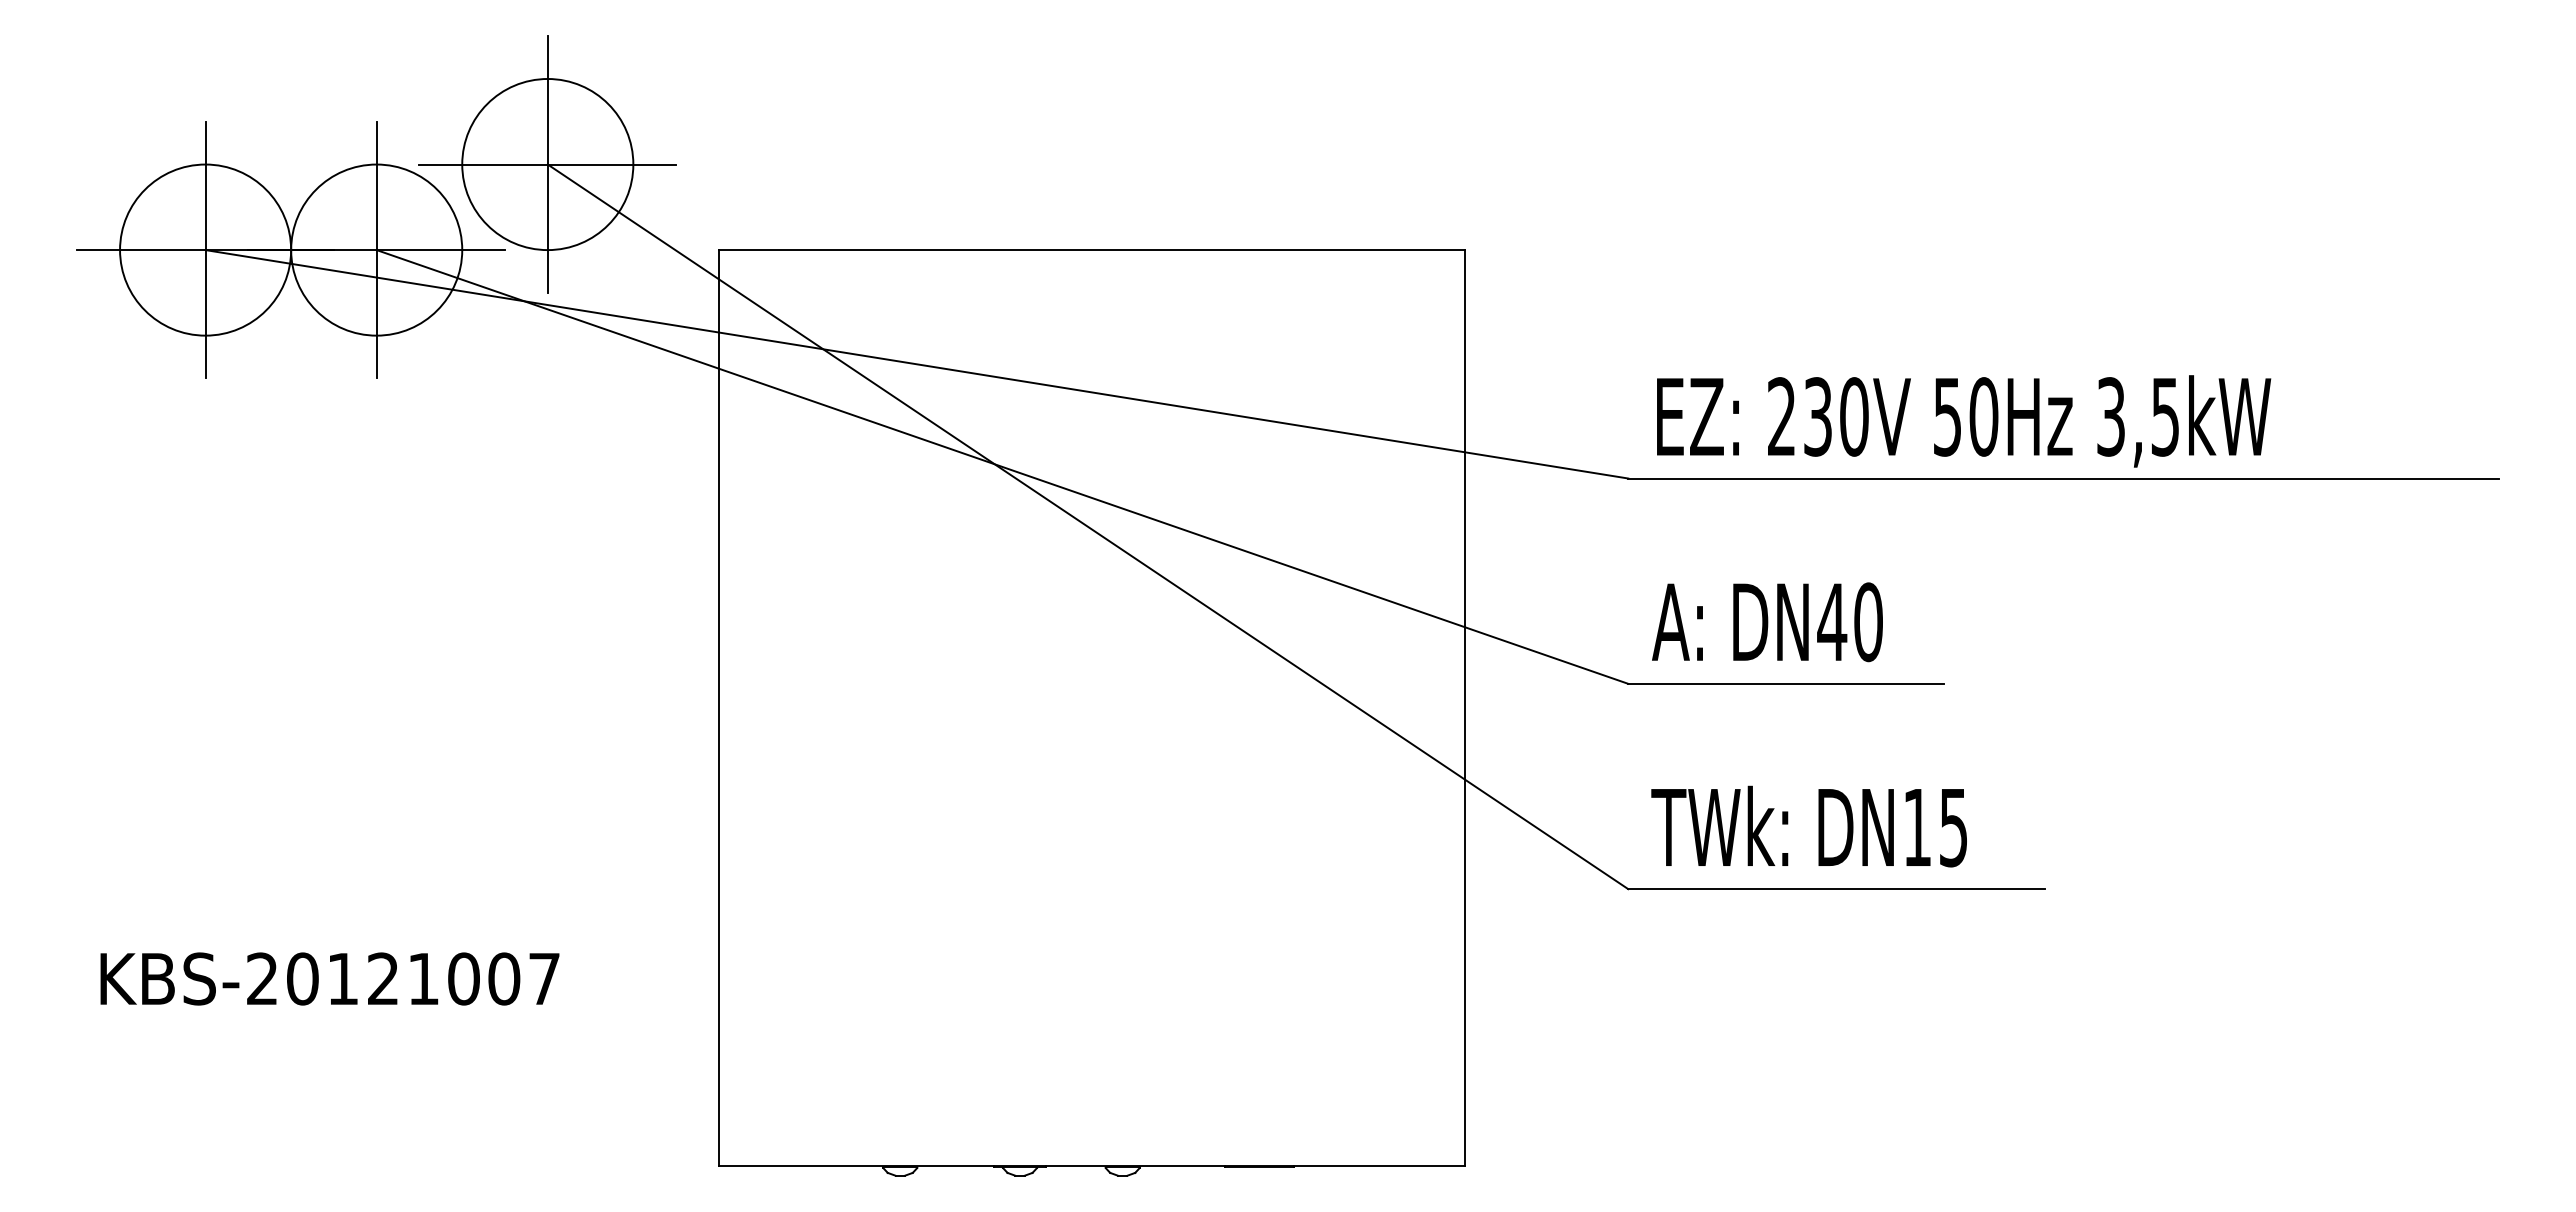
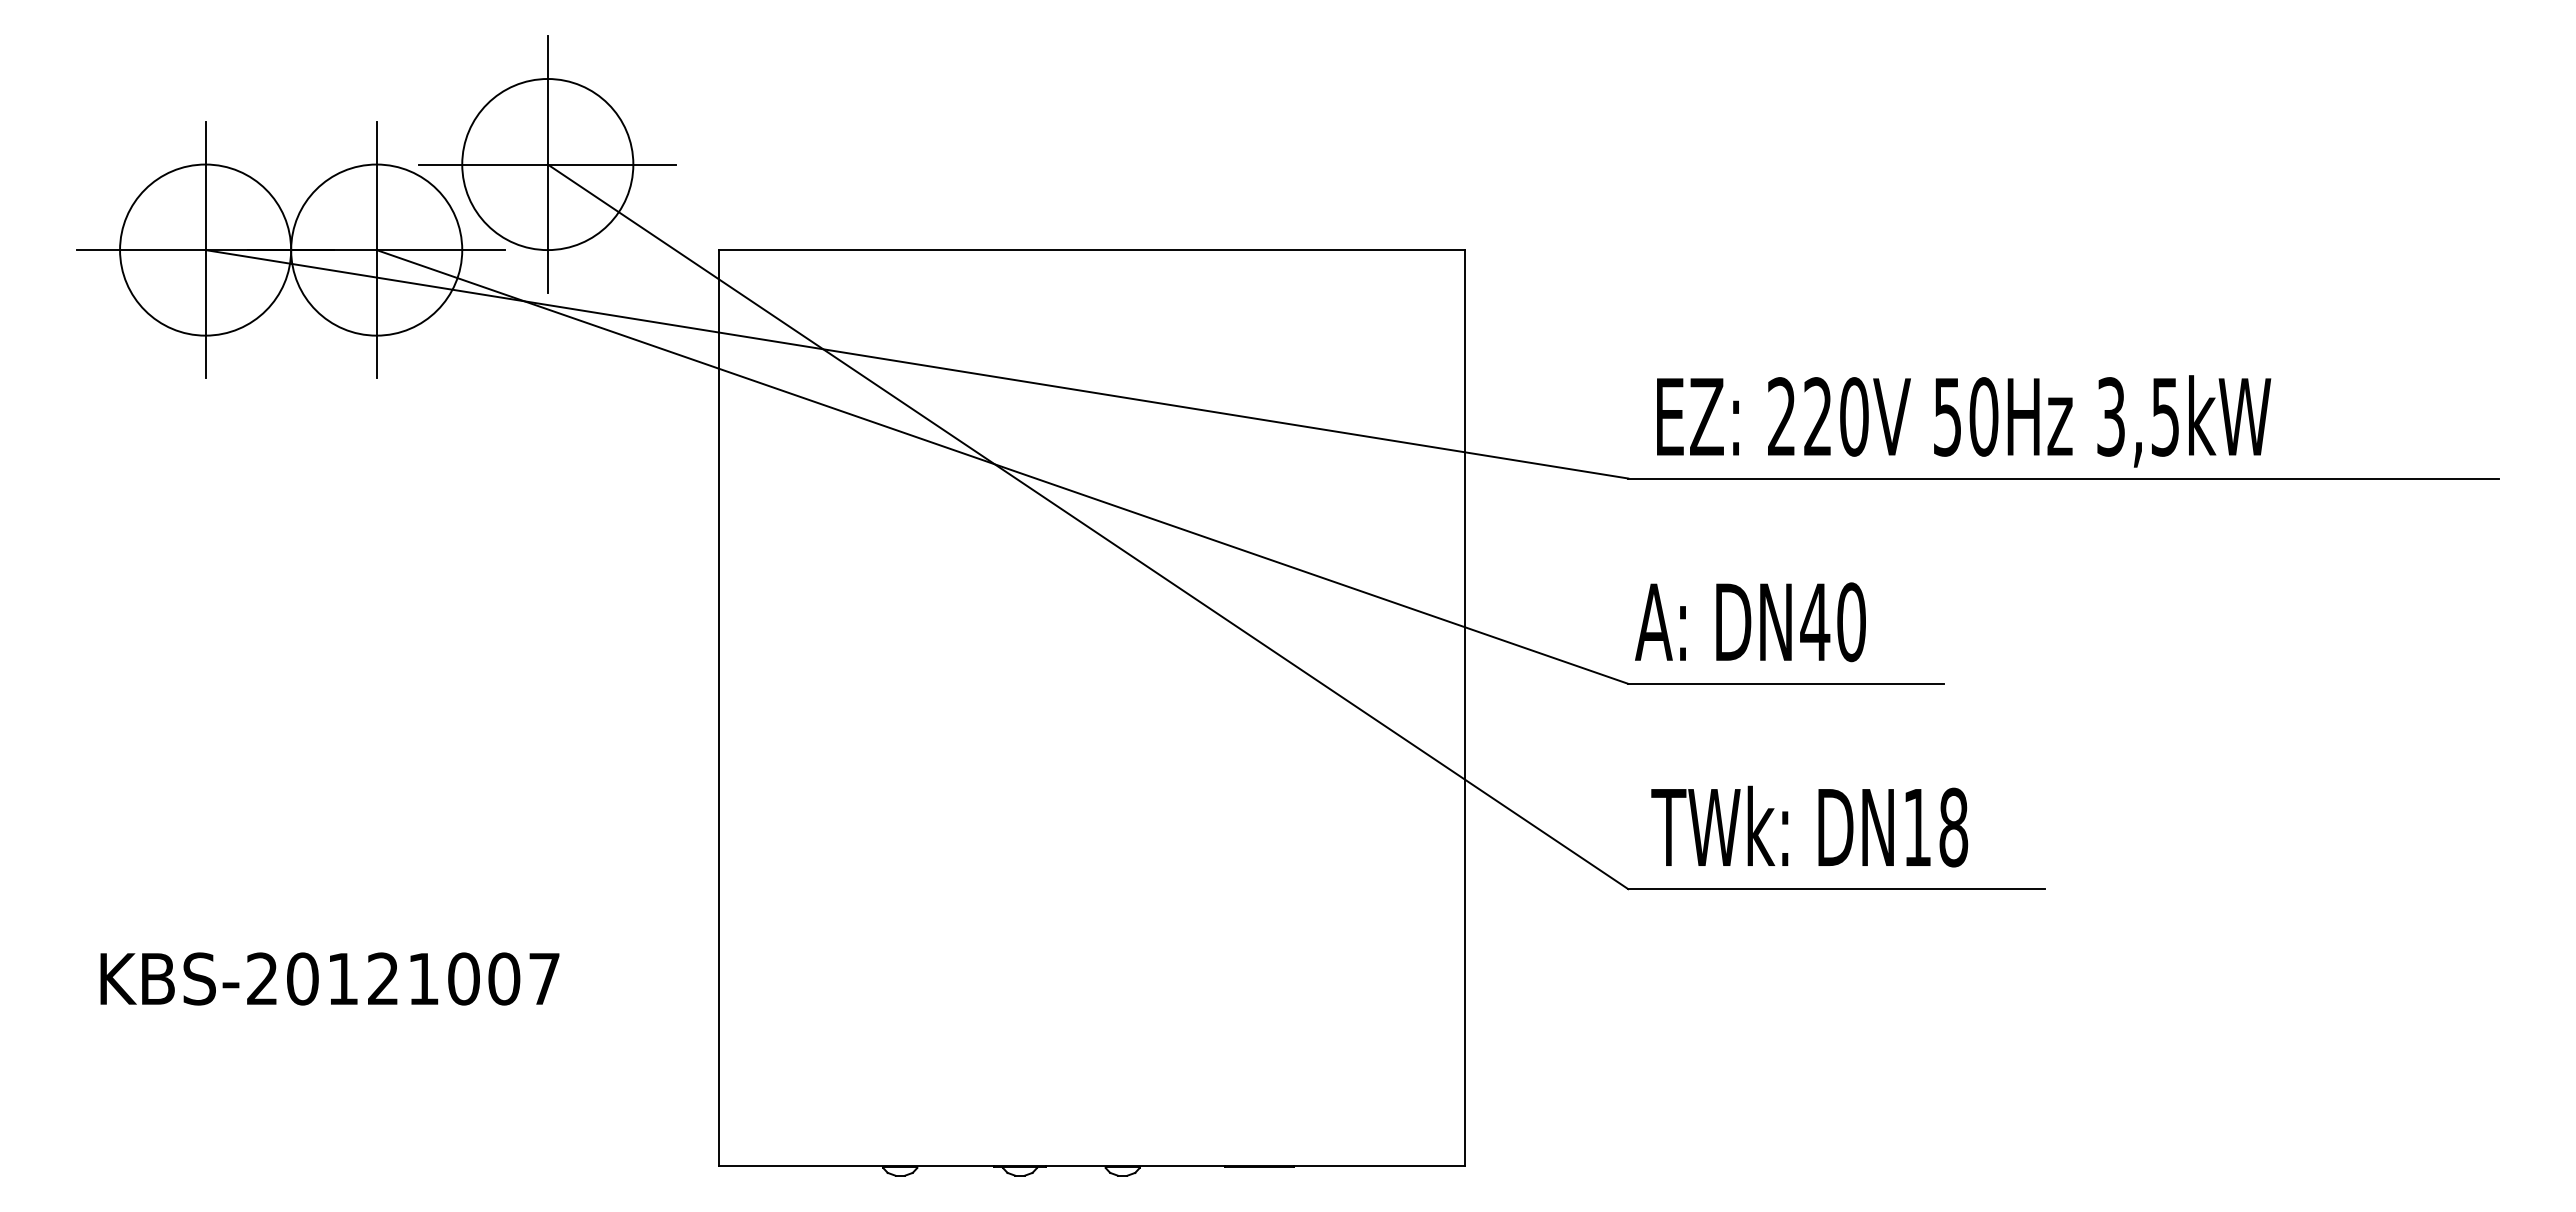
text at (1817, 416): 230V -> 220V
text at (1767, 622) position: (1767, 622) -> (1750, 622)
text at (1953, 827): DN15 -> DN18
